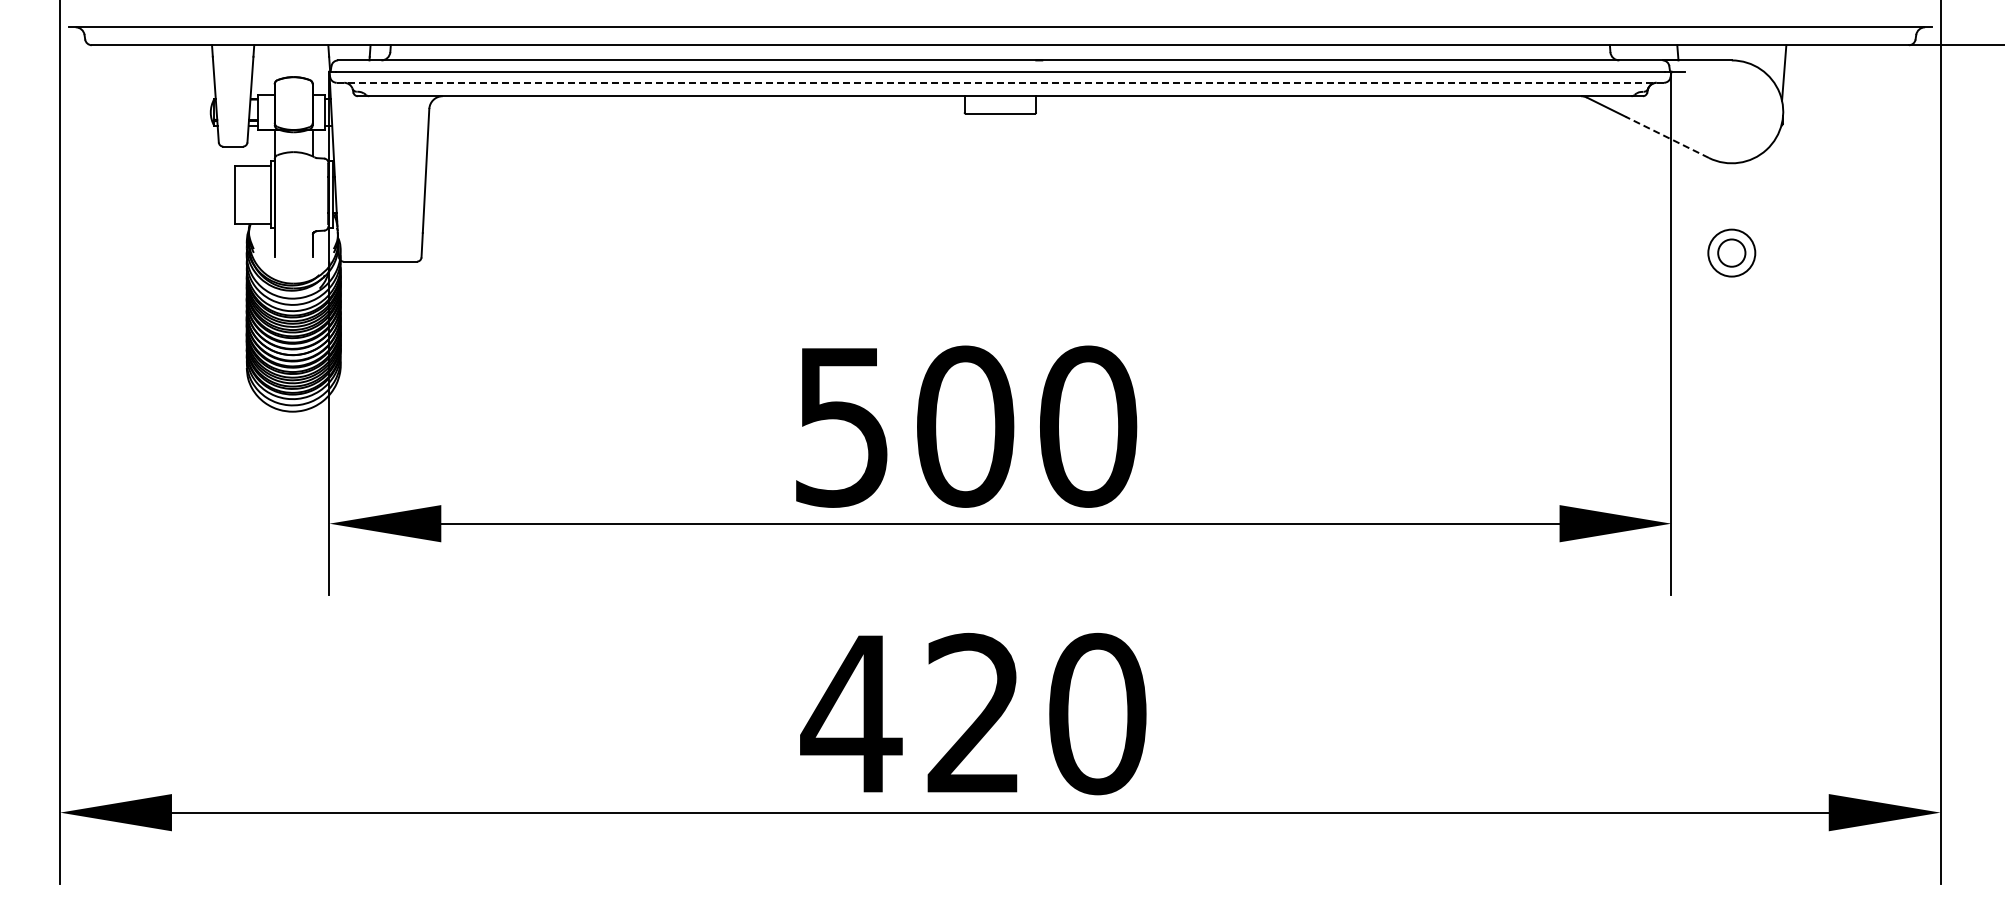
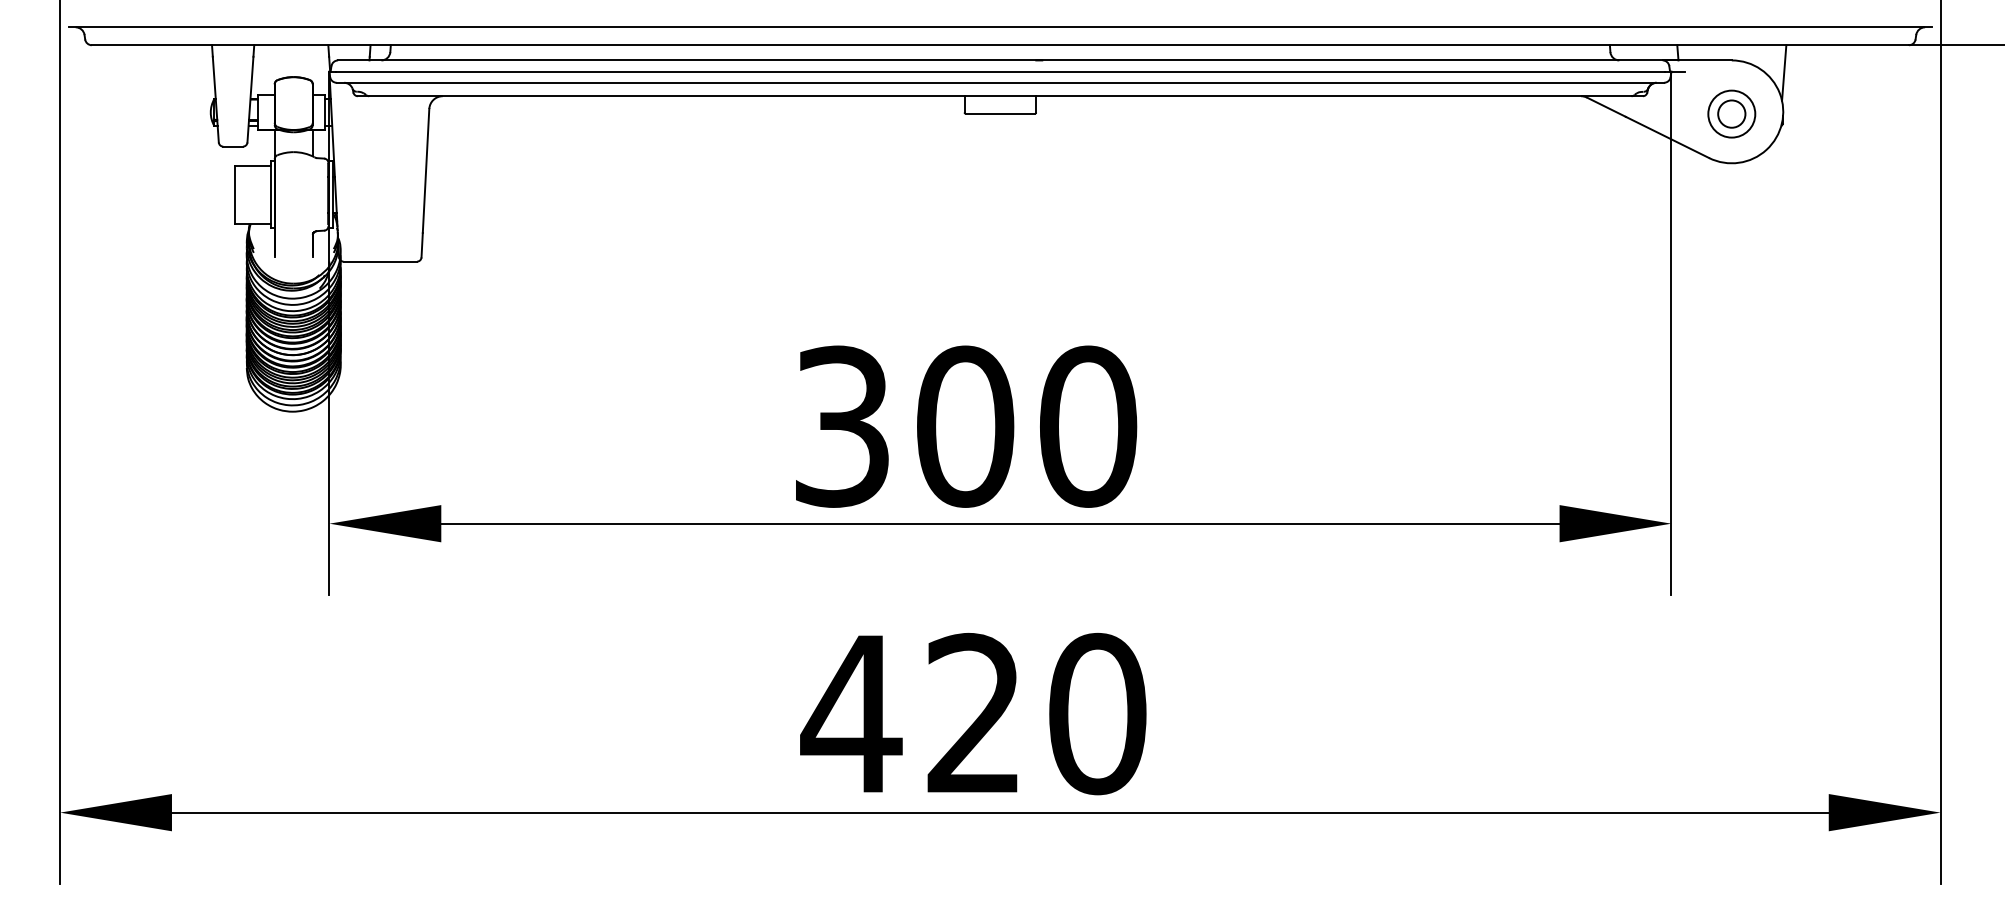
line at (1000, 82): dashed -> solid
line at (1667, 137): dashed -> solid
part at (1731, 252) position: (1731, 252) -> (1731, 113)
text at (842, 426): 500 -> 300
